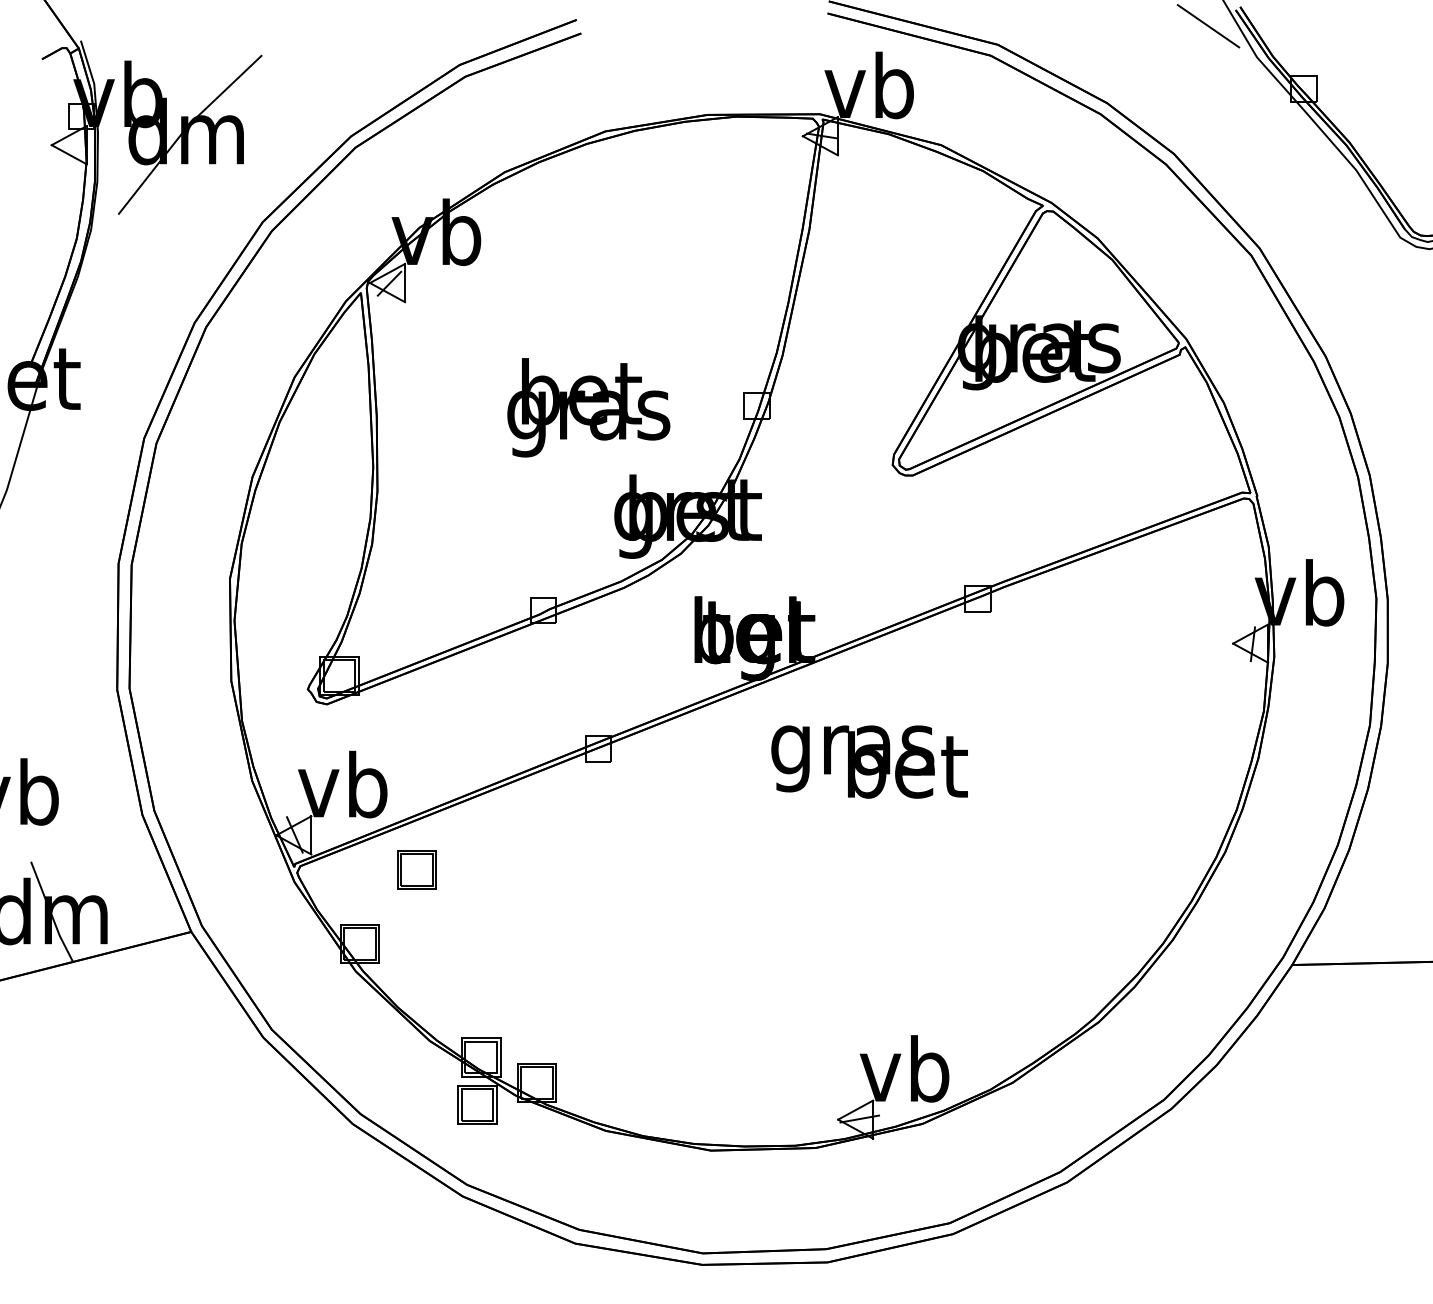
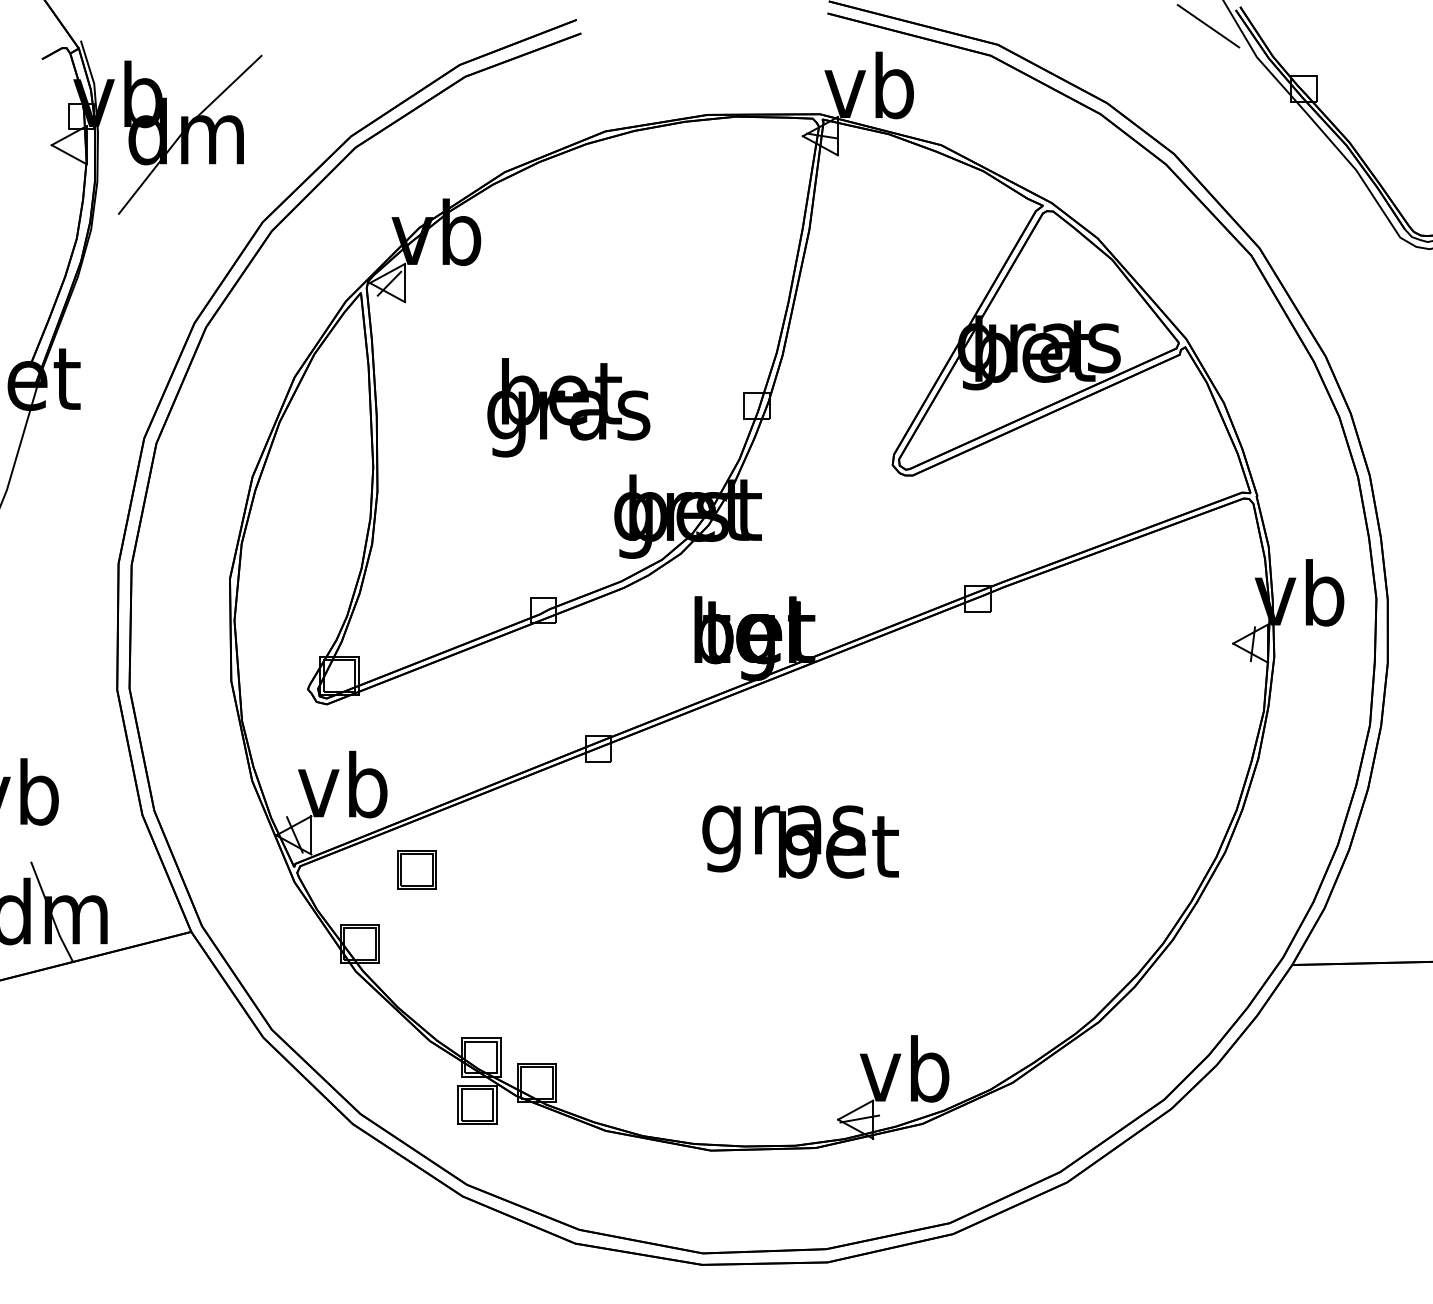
text at (588, 407) position: (588, 407) -> (568, 407)
text at (869, 761) position: (869, 761) -> (800, 841)
